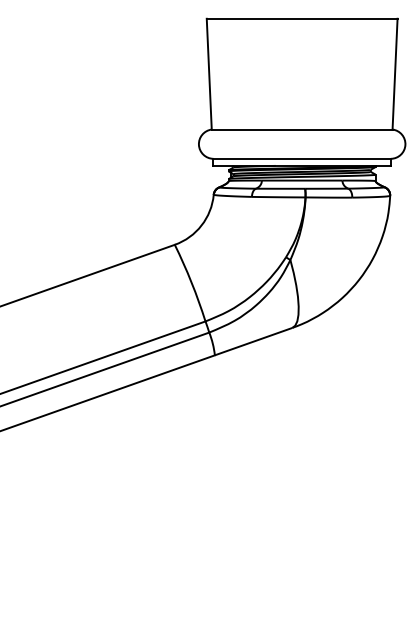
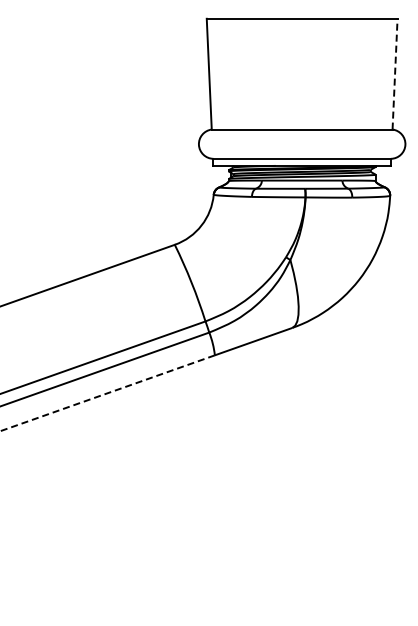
line at (395, 73): solid -> dashed
line at (107, 393): solid -> dashed
